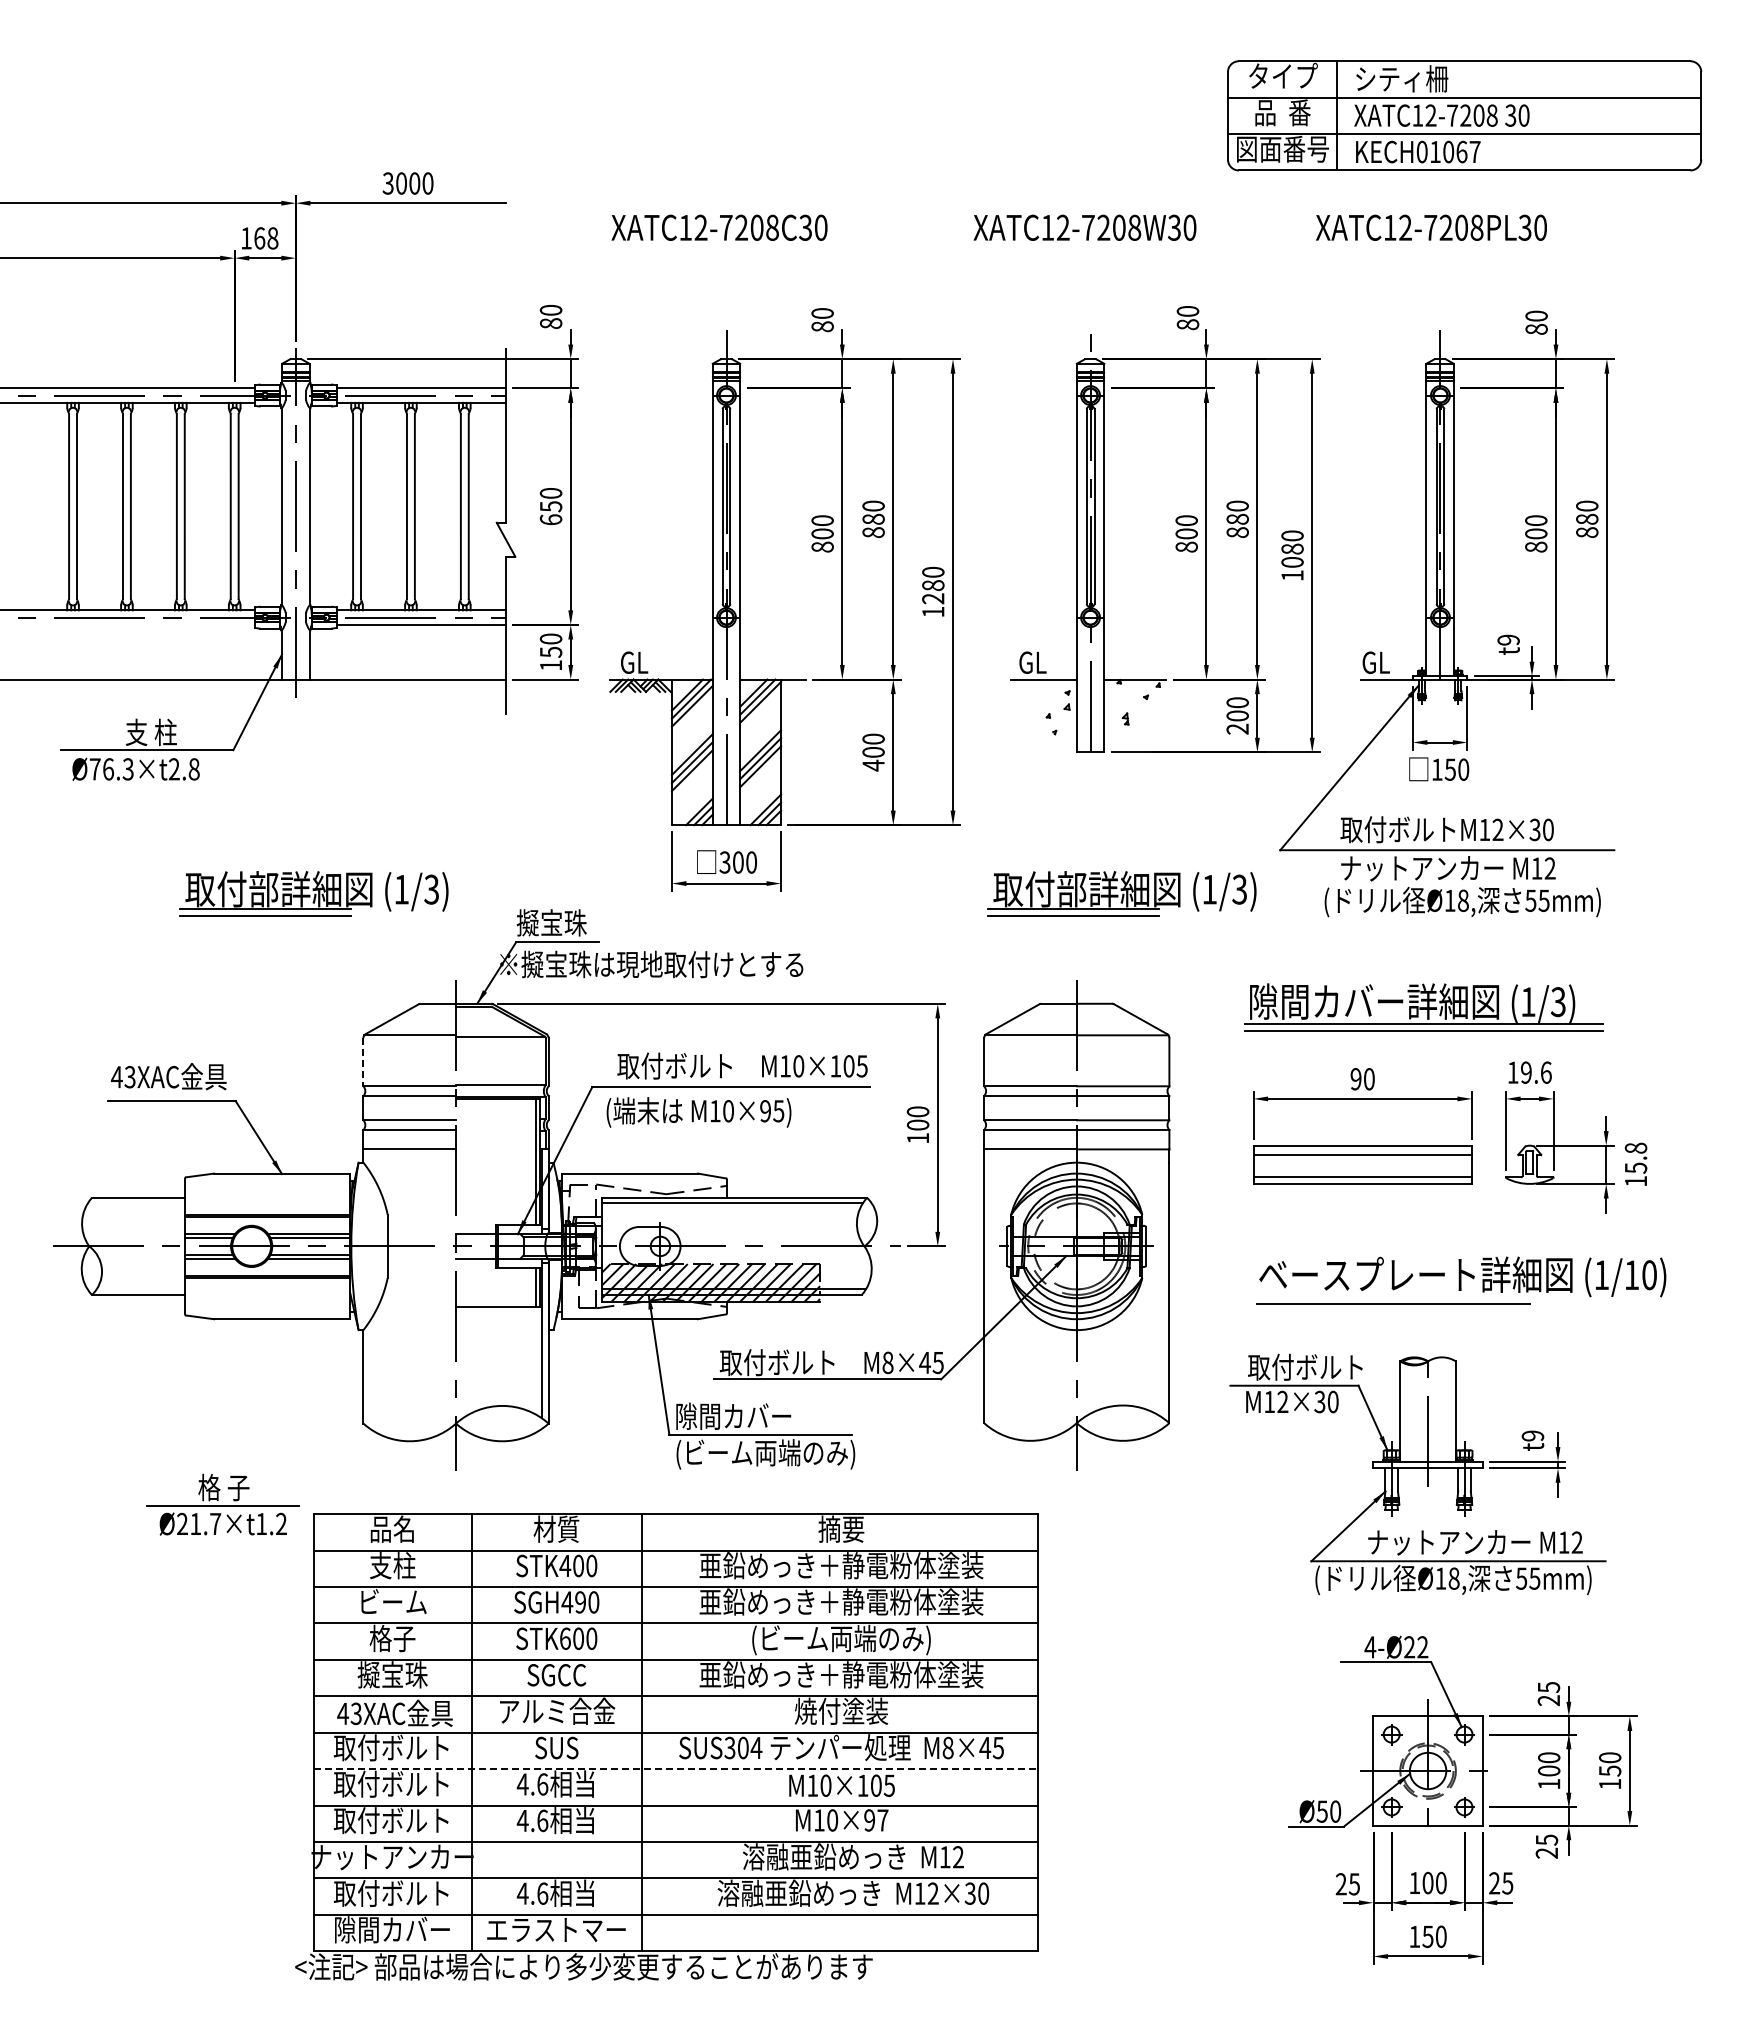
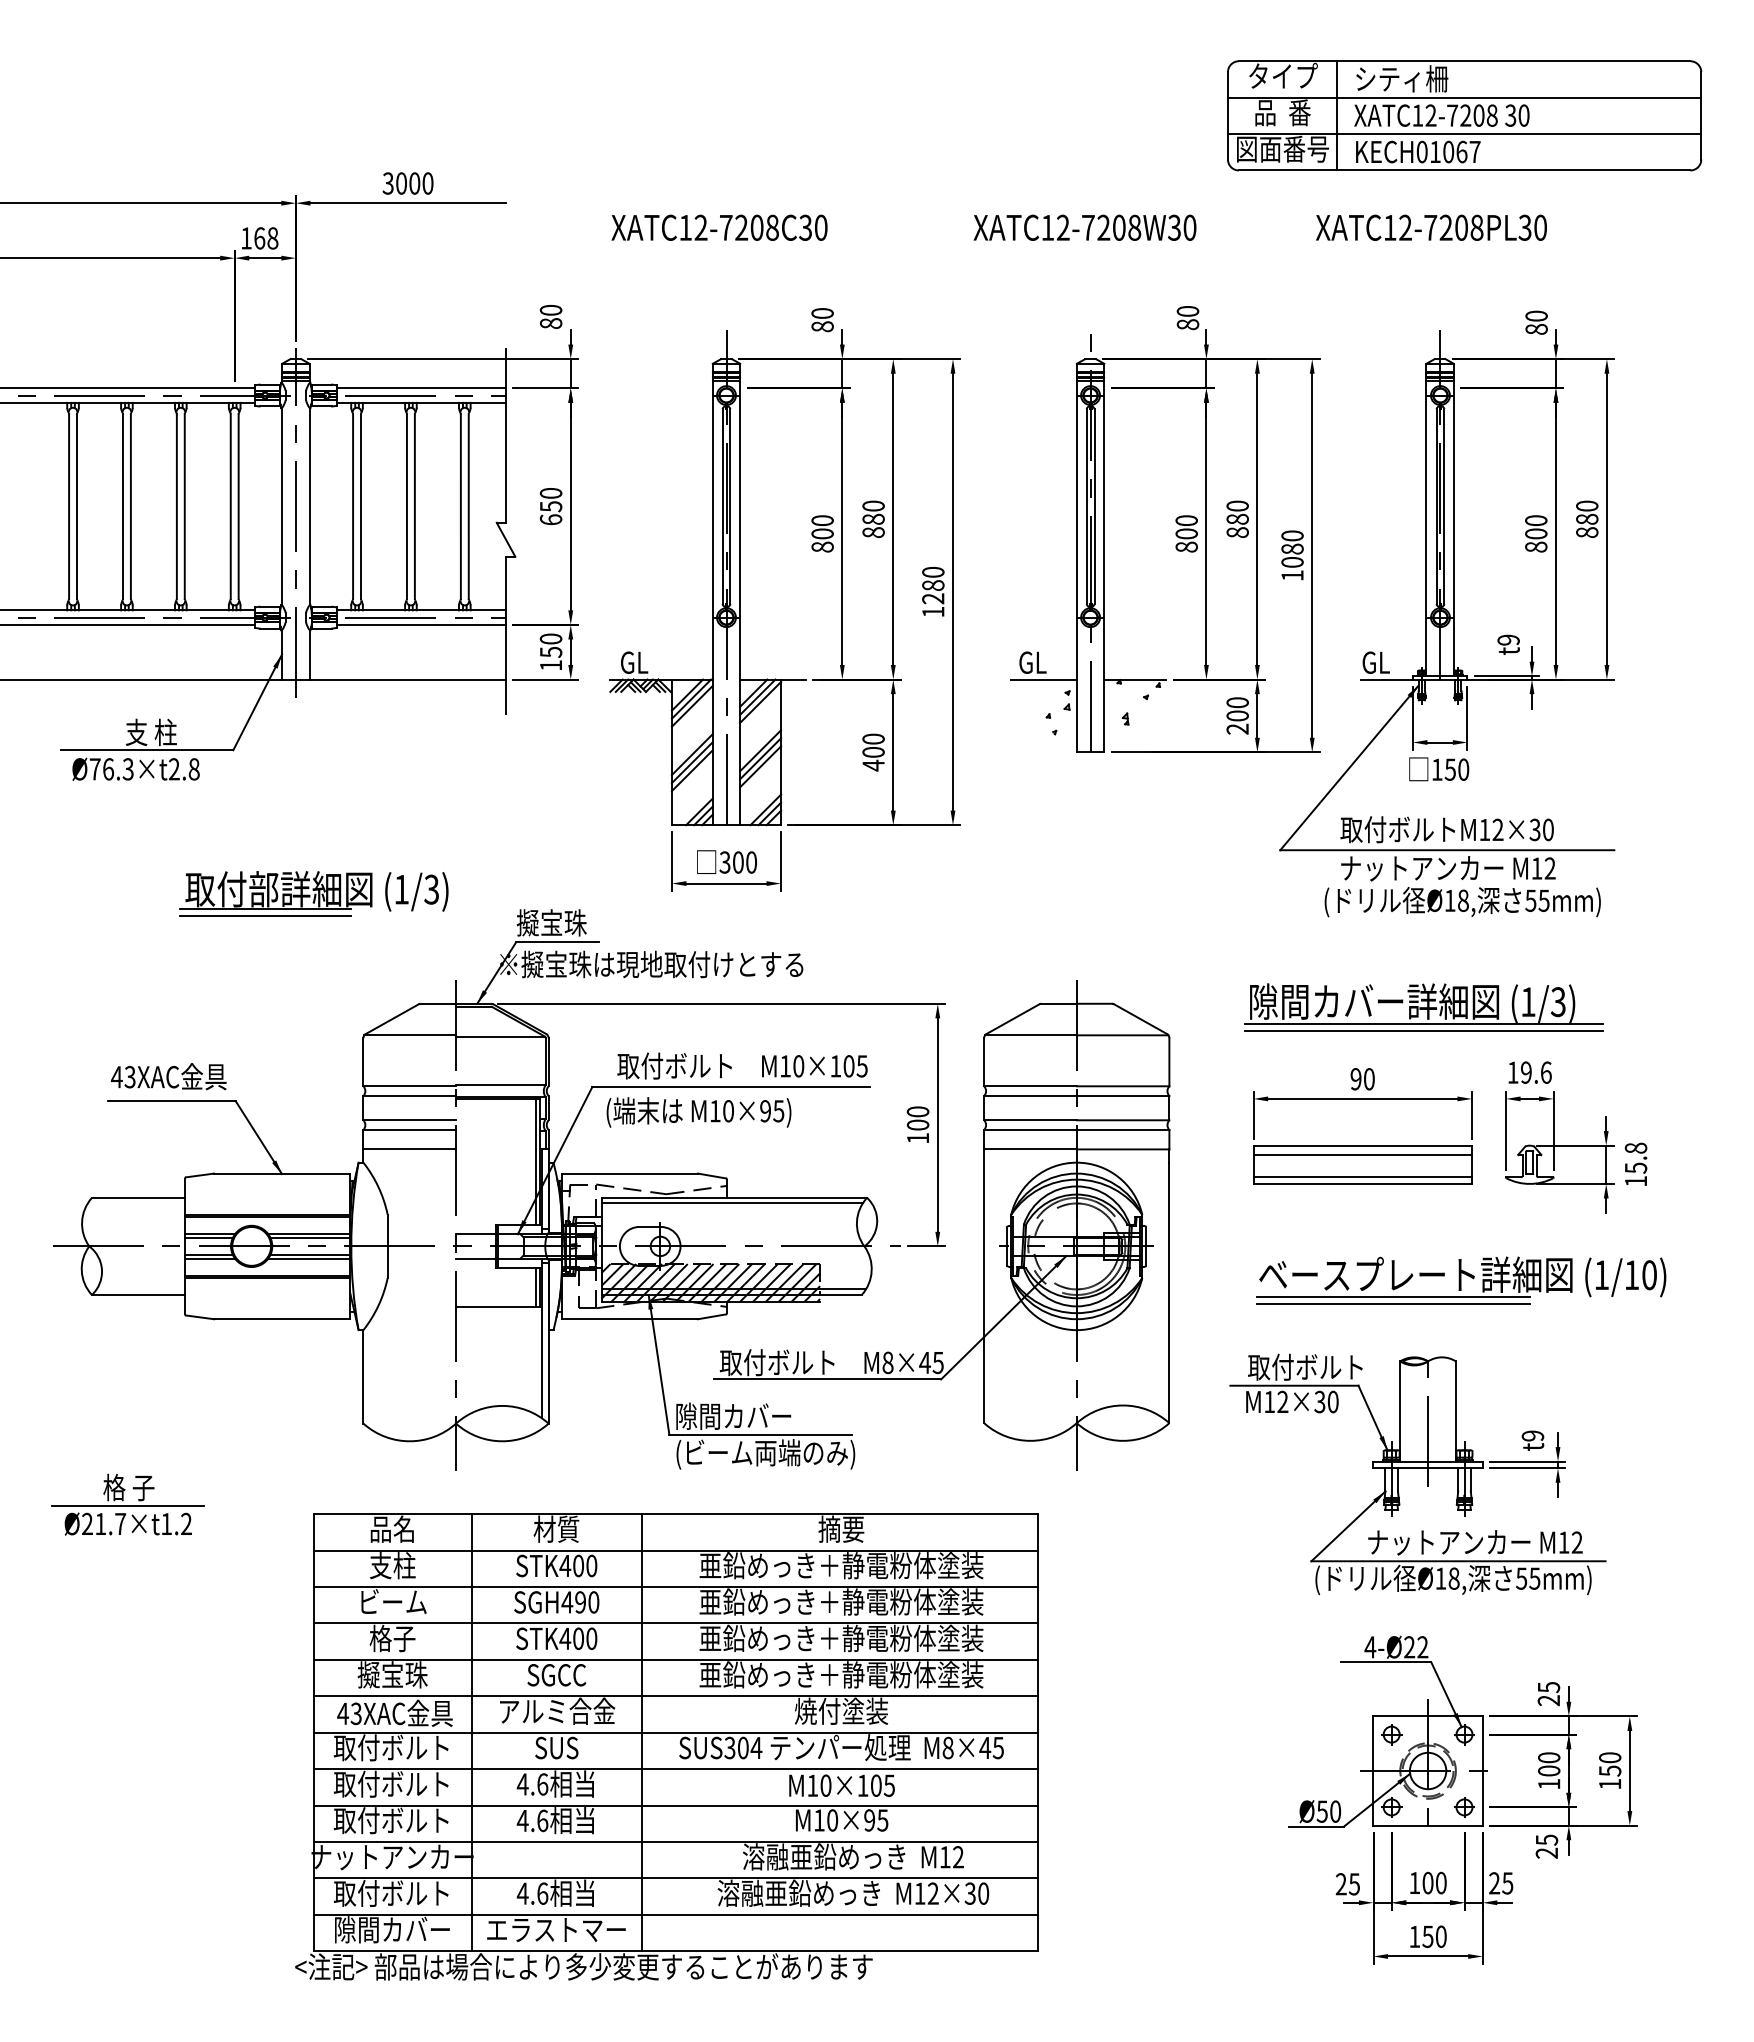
line at (128, 624): none -> present
part at (1121, 893): present -> none
line at (363, 1062): dashed -> solid
line at (1393, 1297): none -> present
part at (222, 1504) position: (222, 1504) -> (127, 1504)
text at (565, 1638): STK600 -> STK400
text at (841, 1639): (ビーム両端のみ) -> 亜鉛めっき＋静電粉体塗装
line at (675, 1769): dashed -> solid
text at (882, 1820): M10×97 -> M10×95
